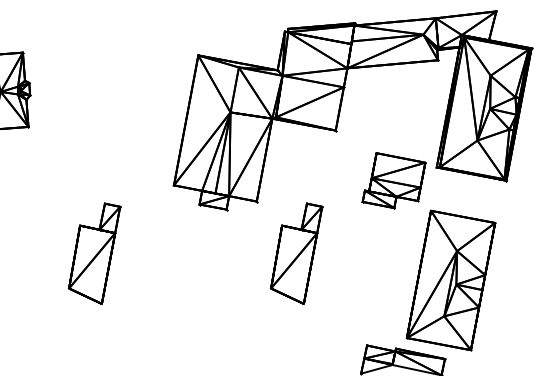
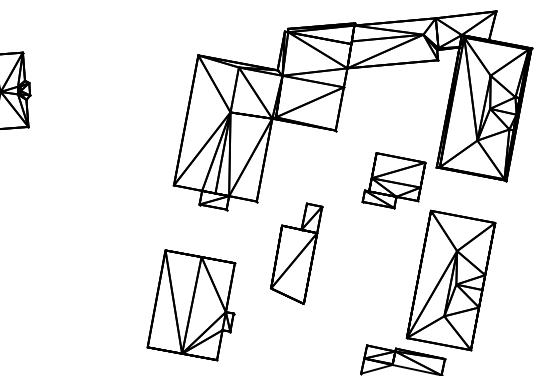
part at (94, 253): present -> none
part at (191, 305): none -> present
